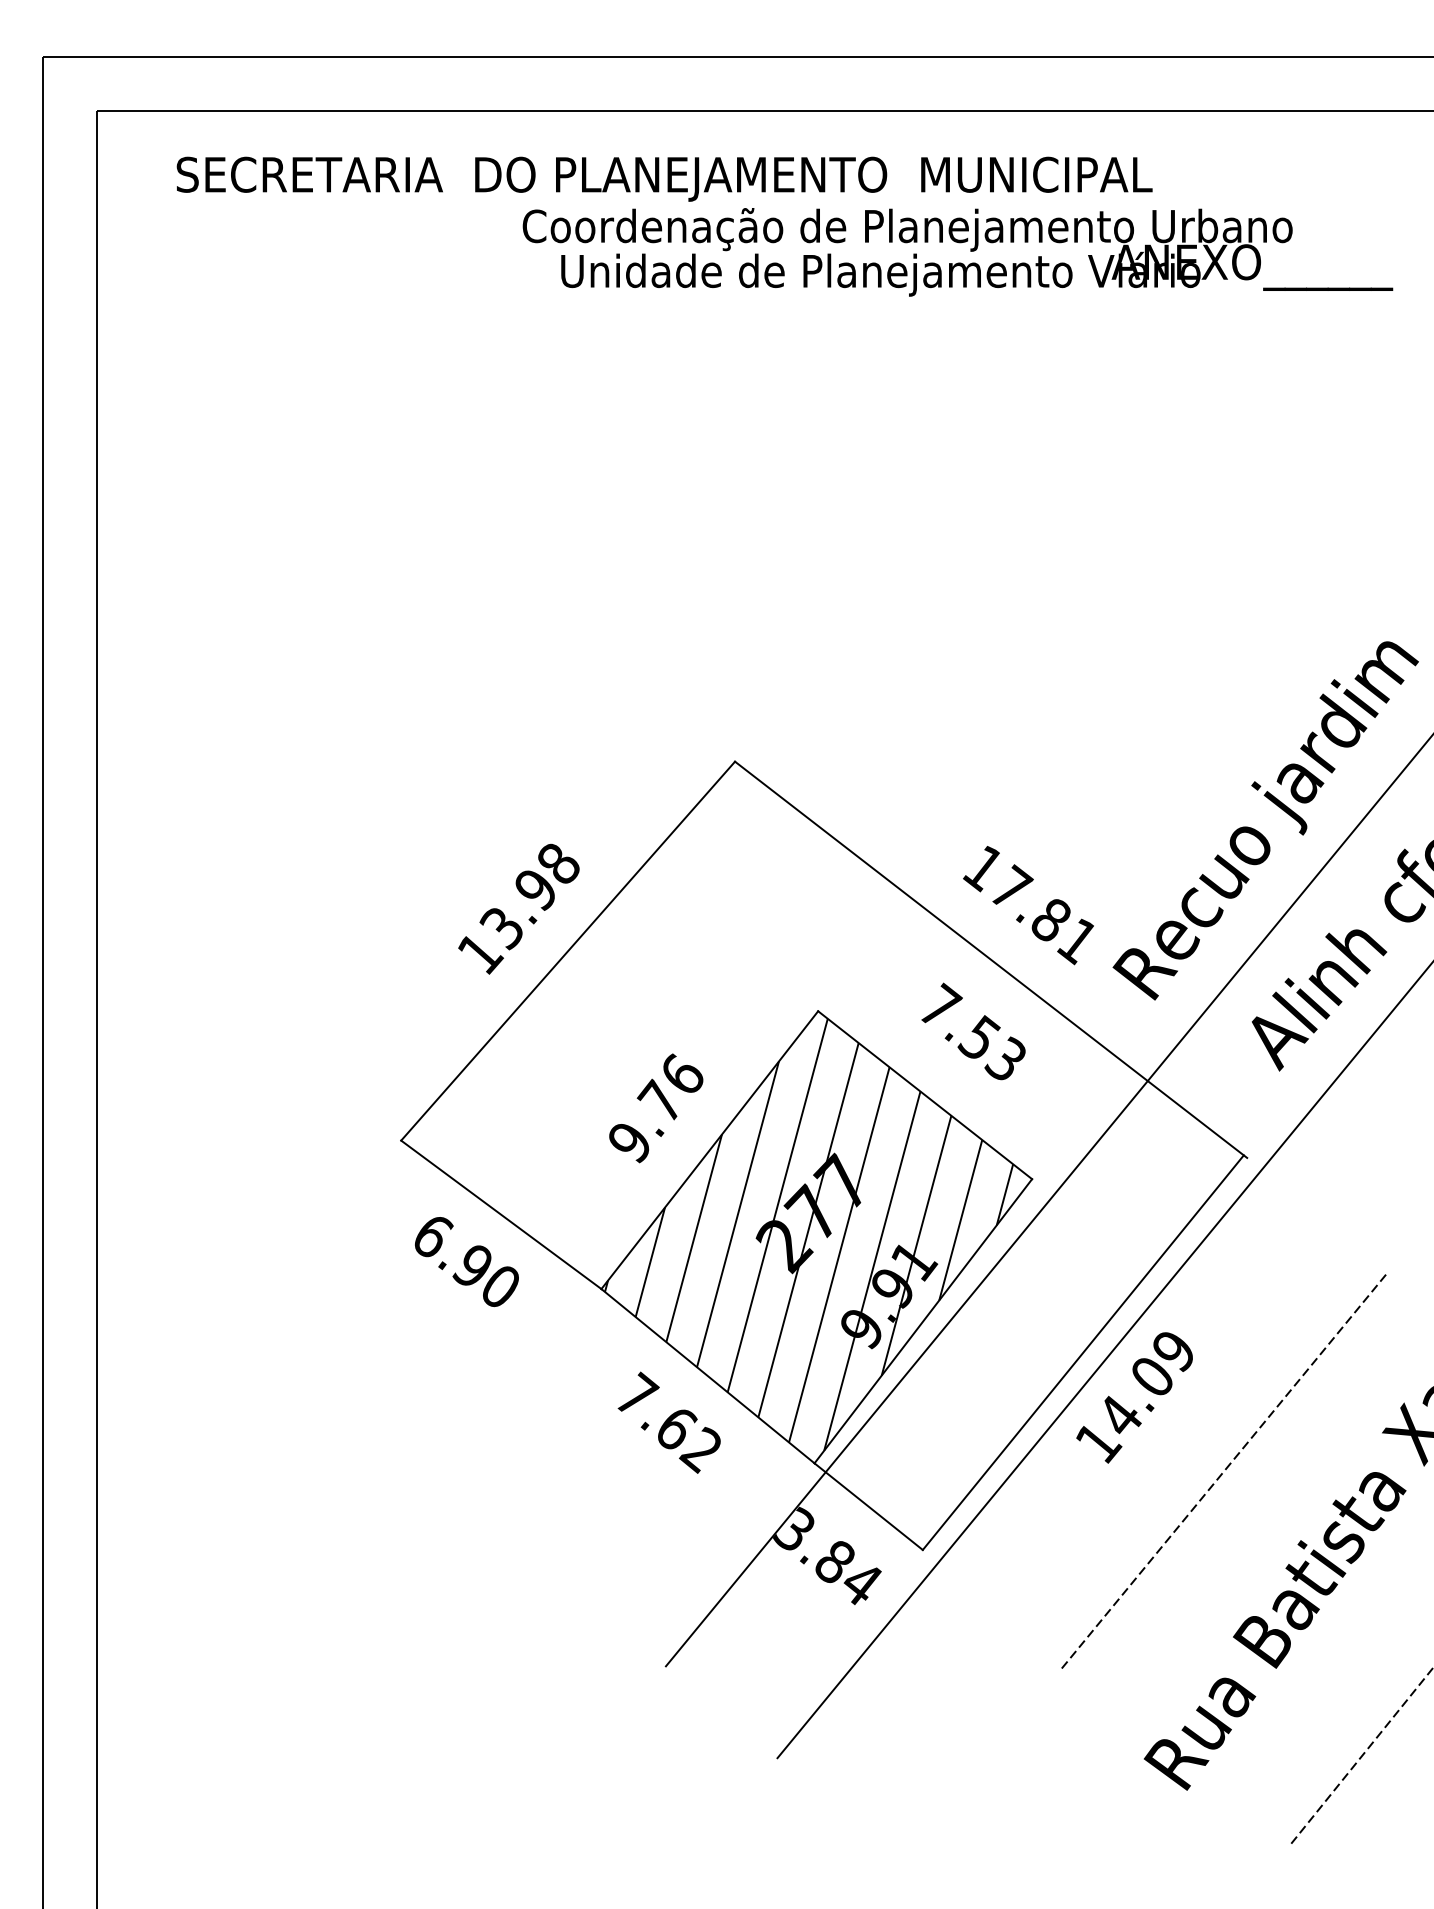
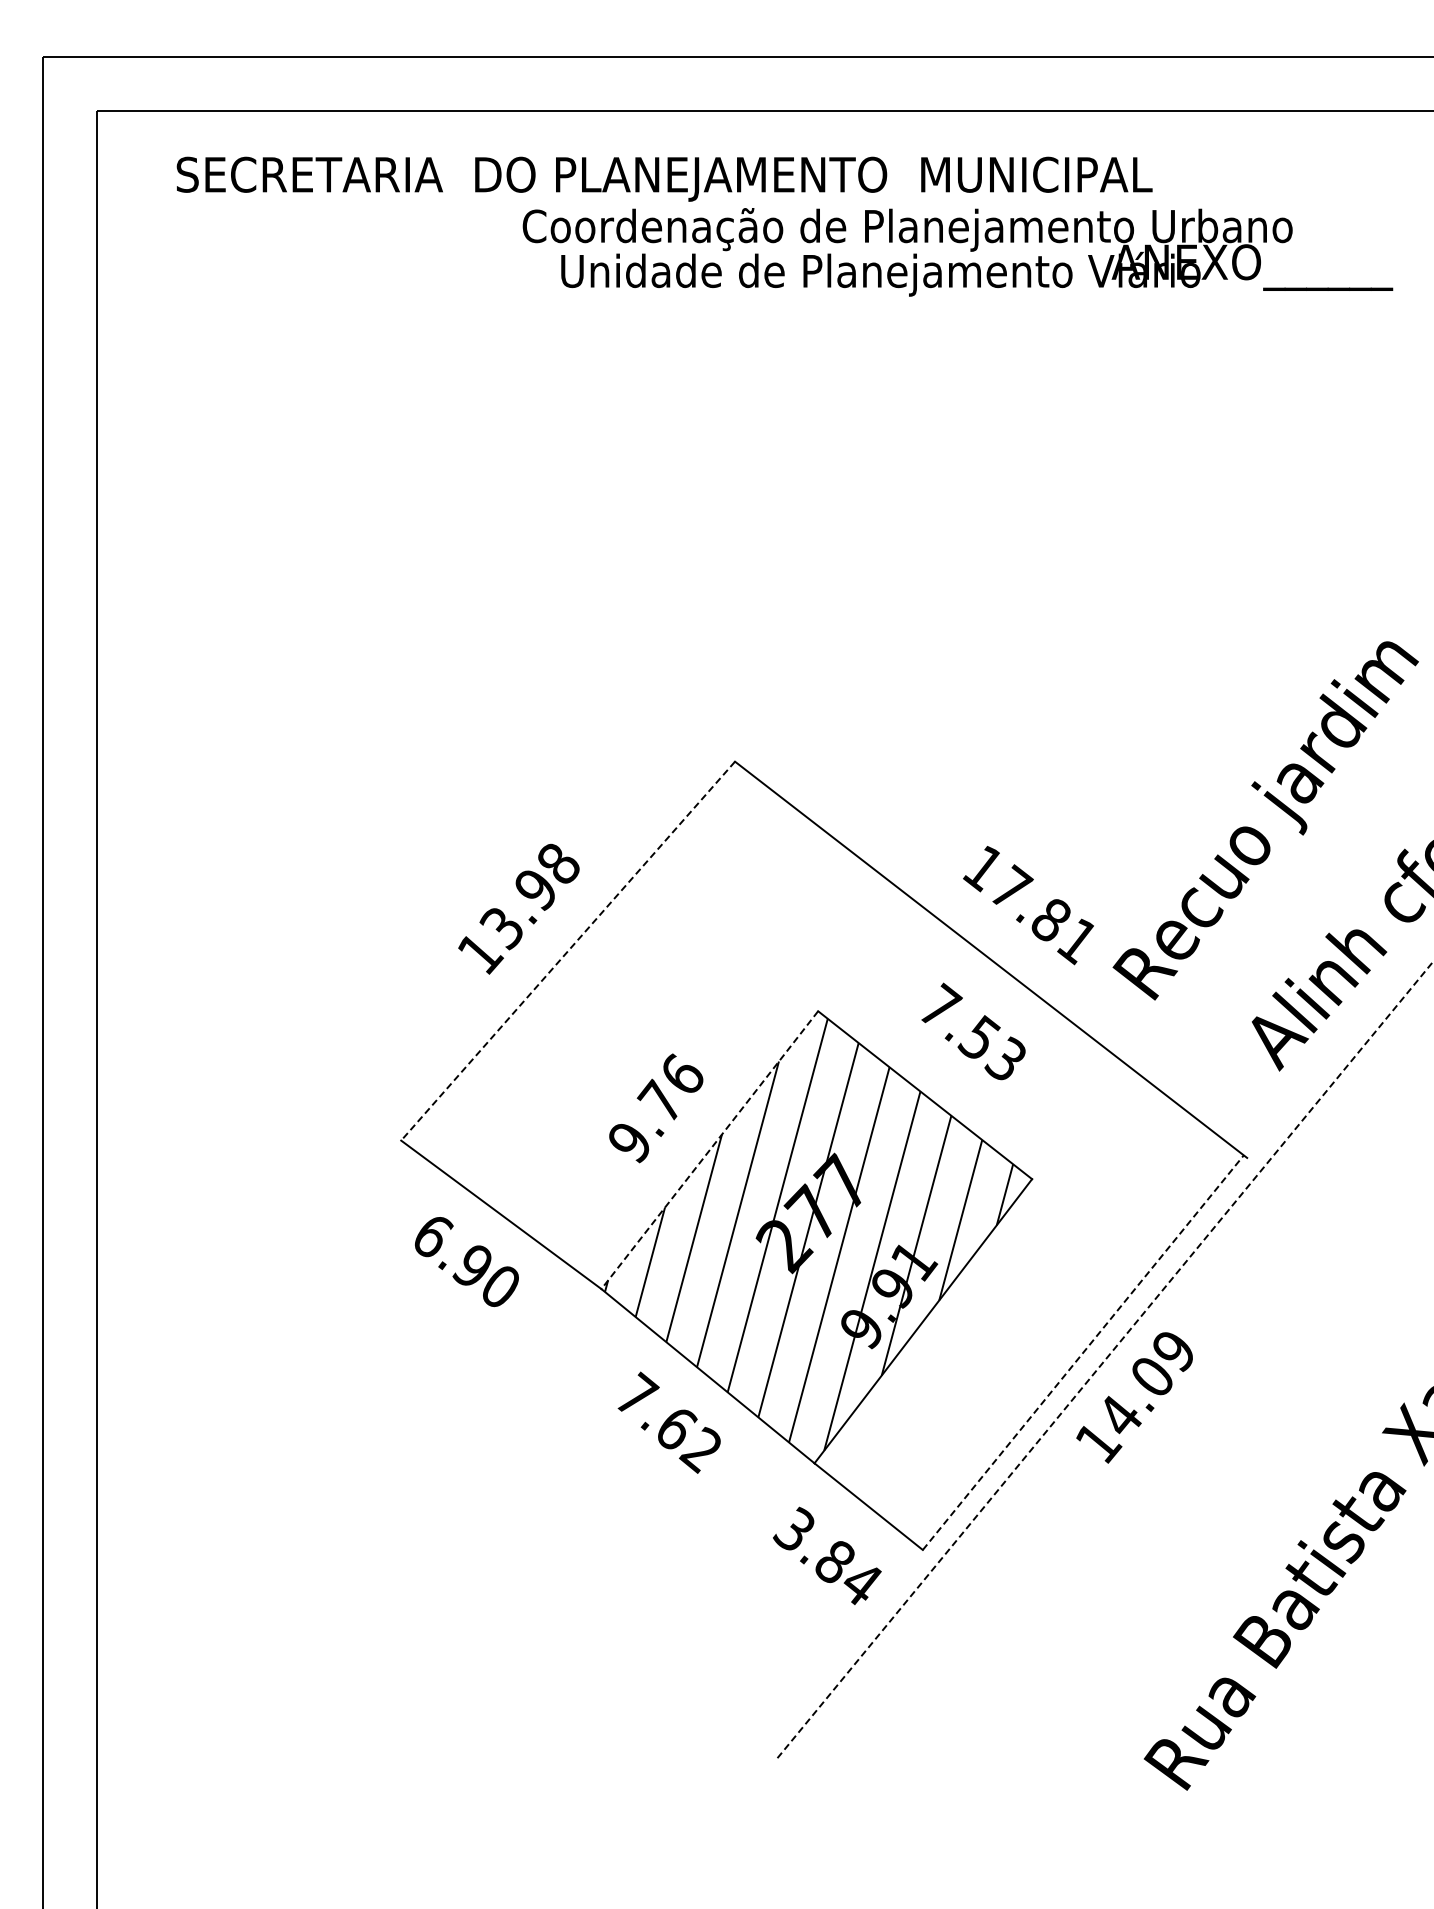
line at (568, 951): solid -> dashed
line at (709, 1150): solid -> dashed
line at (1047, 1201): present -> none
line at (1083, 1352): solid -> dashed
line at (1105, 1359): solid -> dashed
line at (1224, 1470): present -> none
line at (1360, 1756): present -> none
